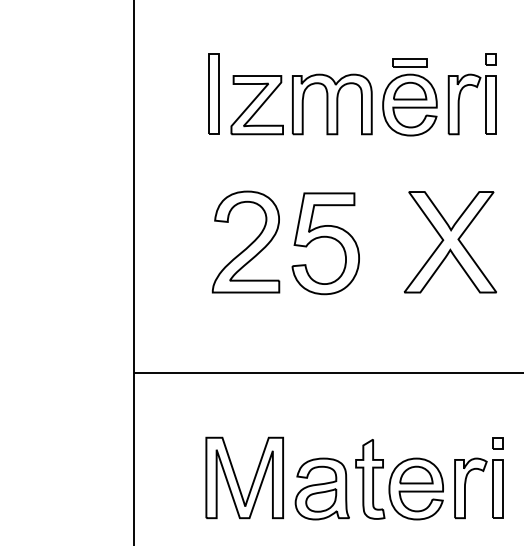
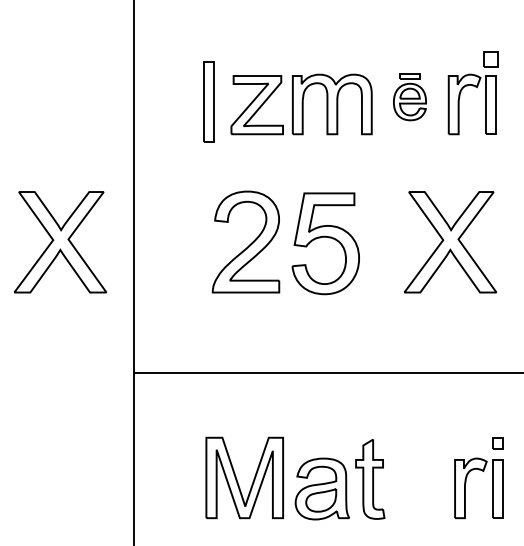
part at (490, 59) size: 12x13 px -> 16x17 px
part at (213, 93) position: (213, 93) -> (208, 101)
part at (409, 97) size: 56x79 px -> 34x49 px
part at (59, 242): none -> present
part at (415, 488): present -> none
